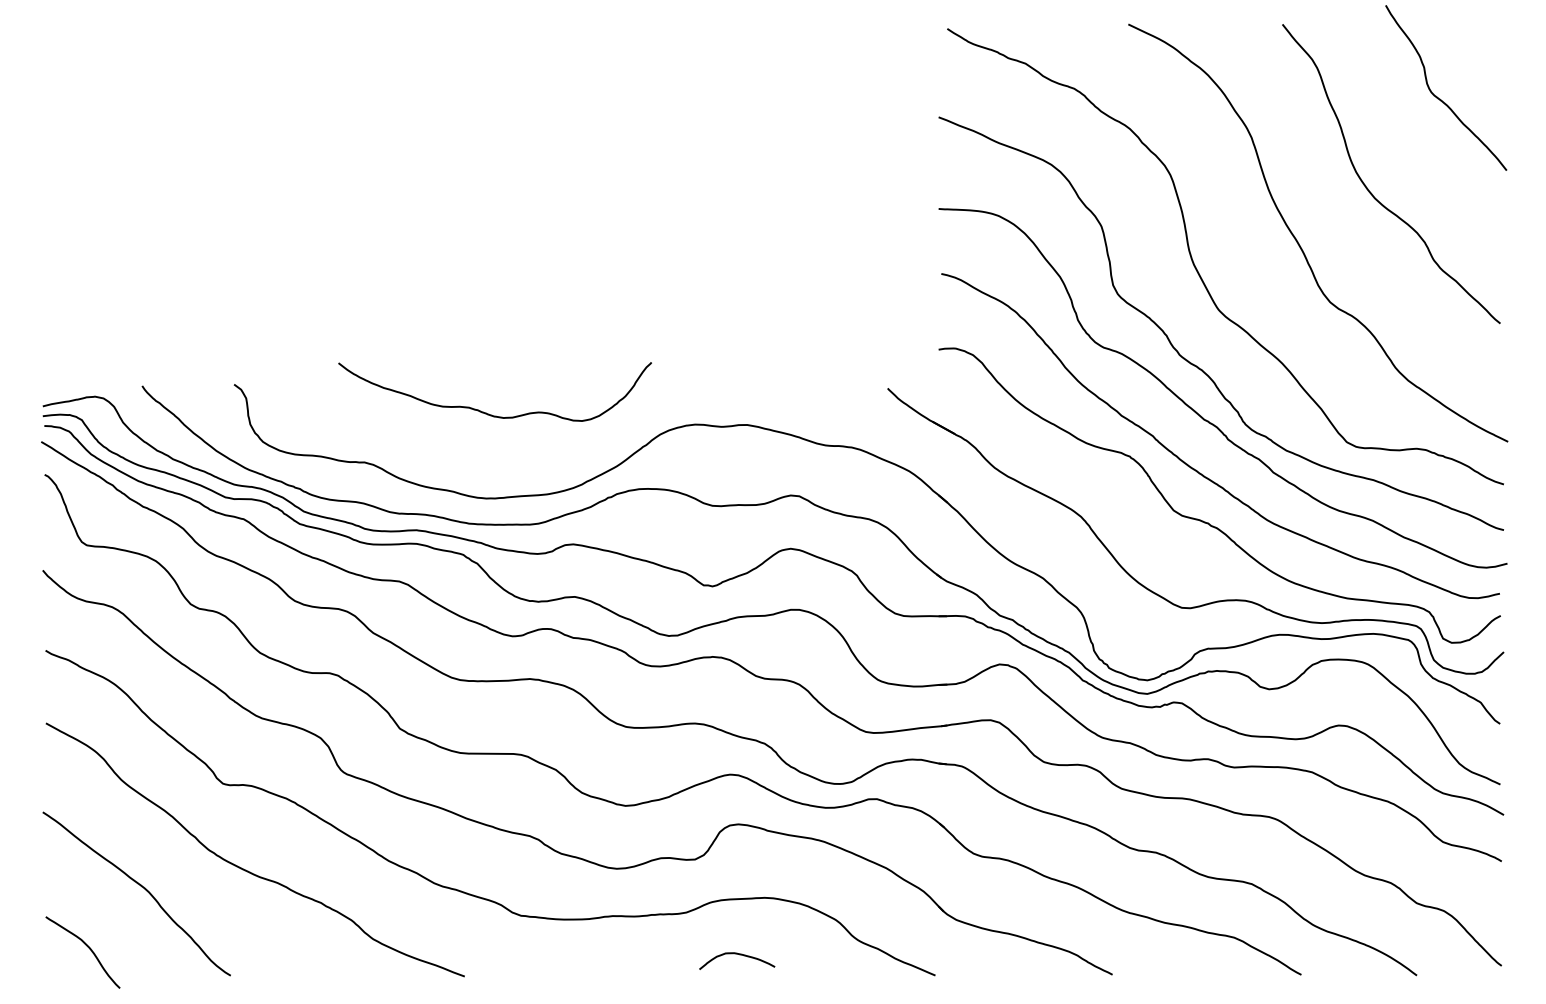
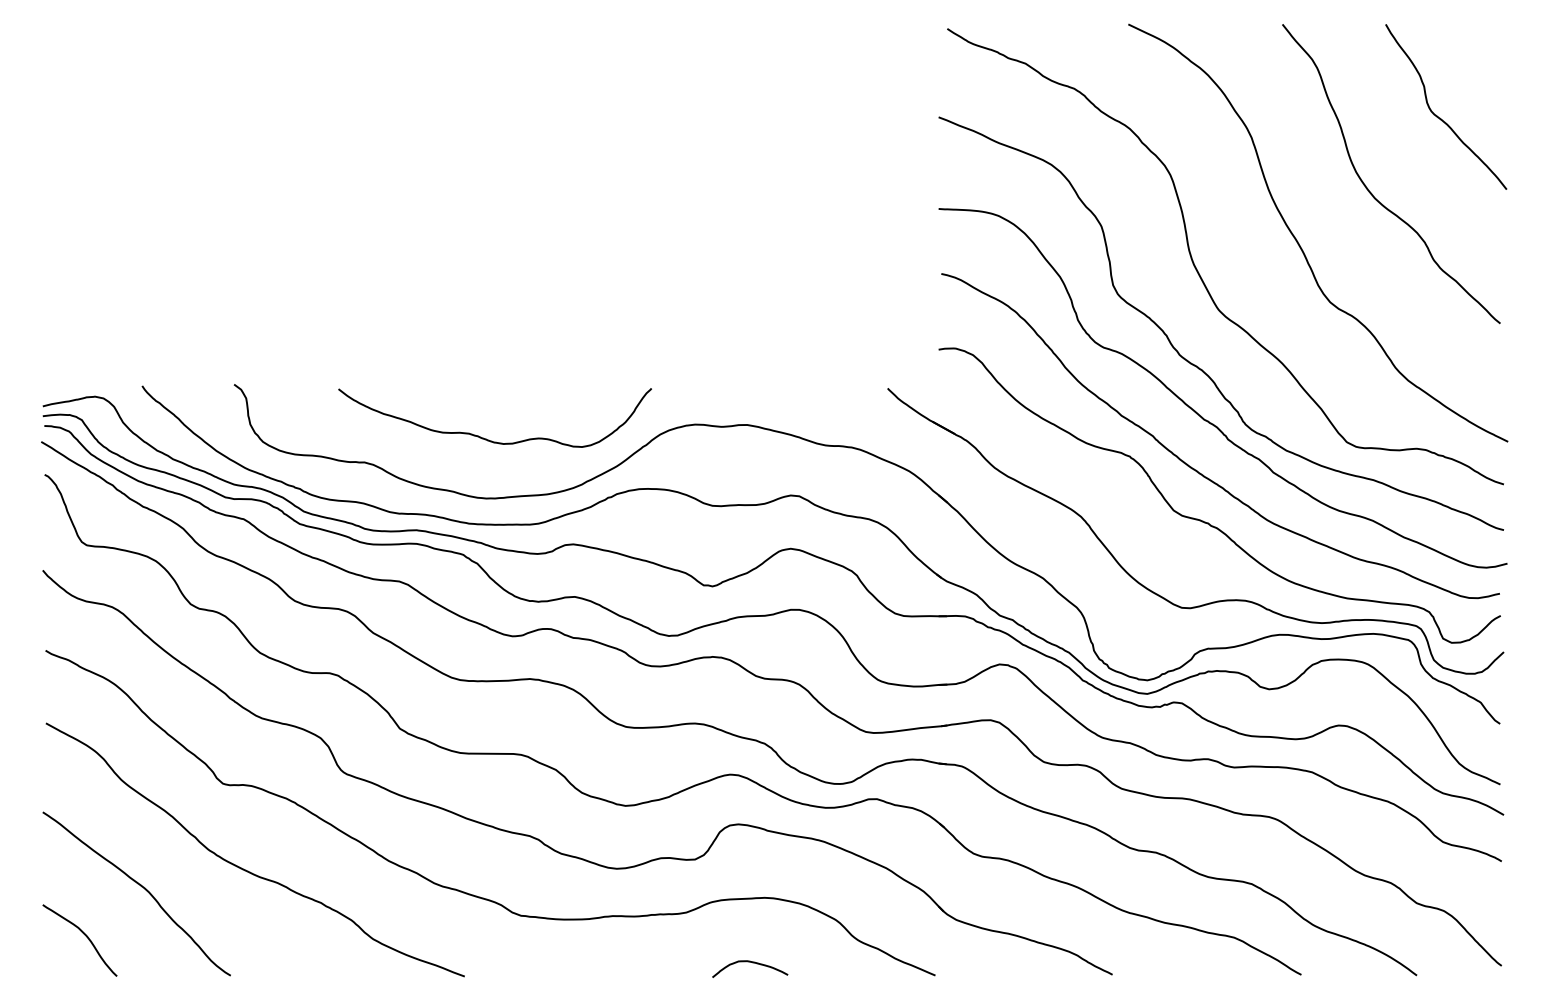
curve at (1440, 98) position: (1440, 98) -> (1440, 117)
curve at (486, 412) position: (486, 412) -> (486, 438)
curve at (87, 947) position: (87, 947) -> (84, 935)
curve at (739, 955) position: (739, 955) -> (752, 963)
